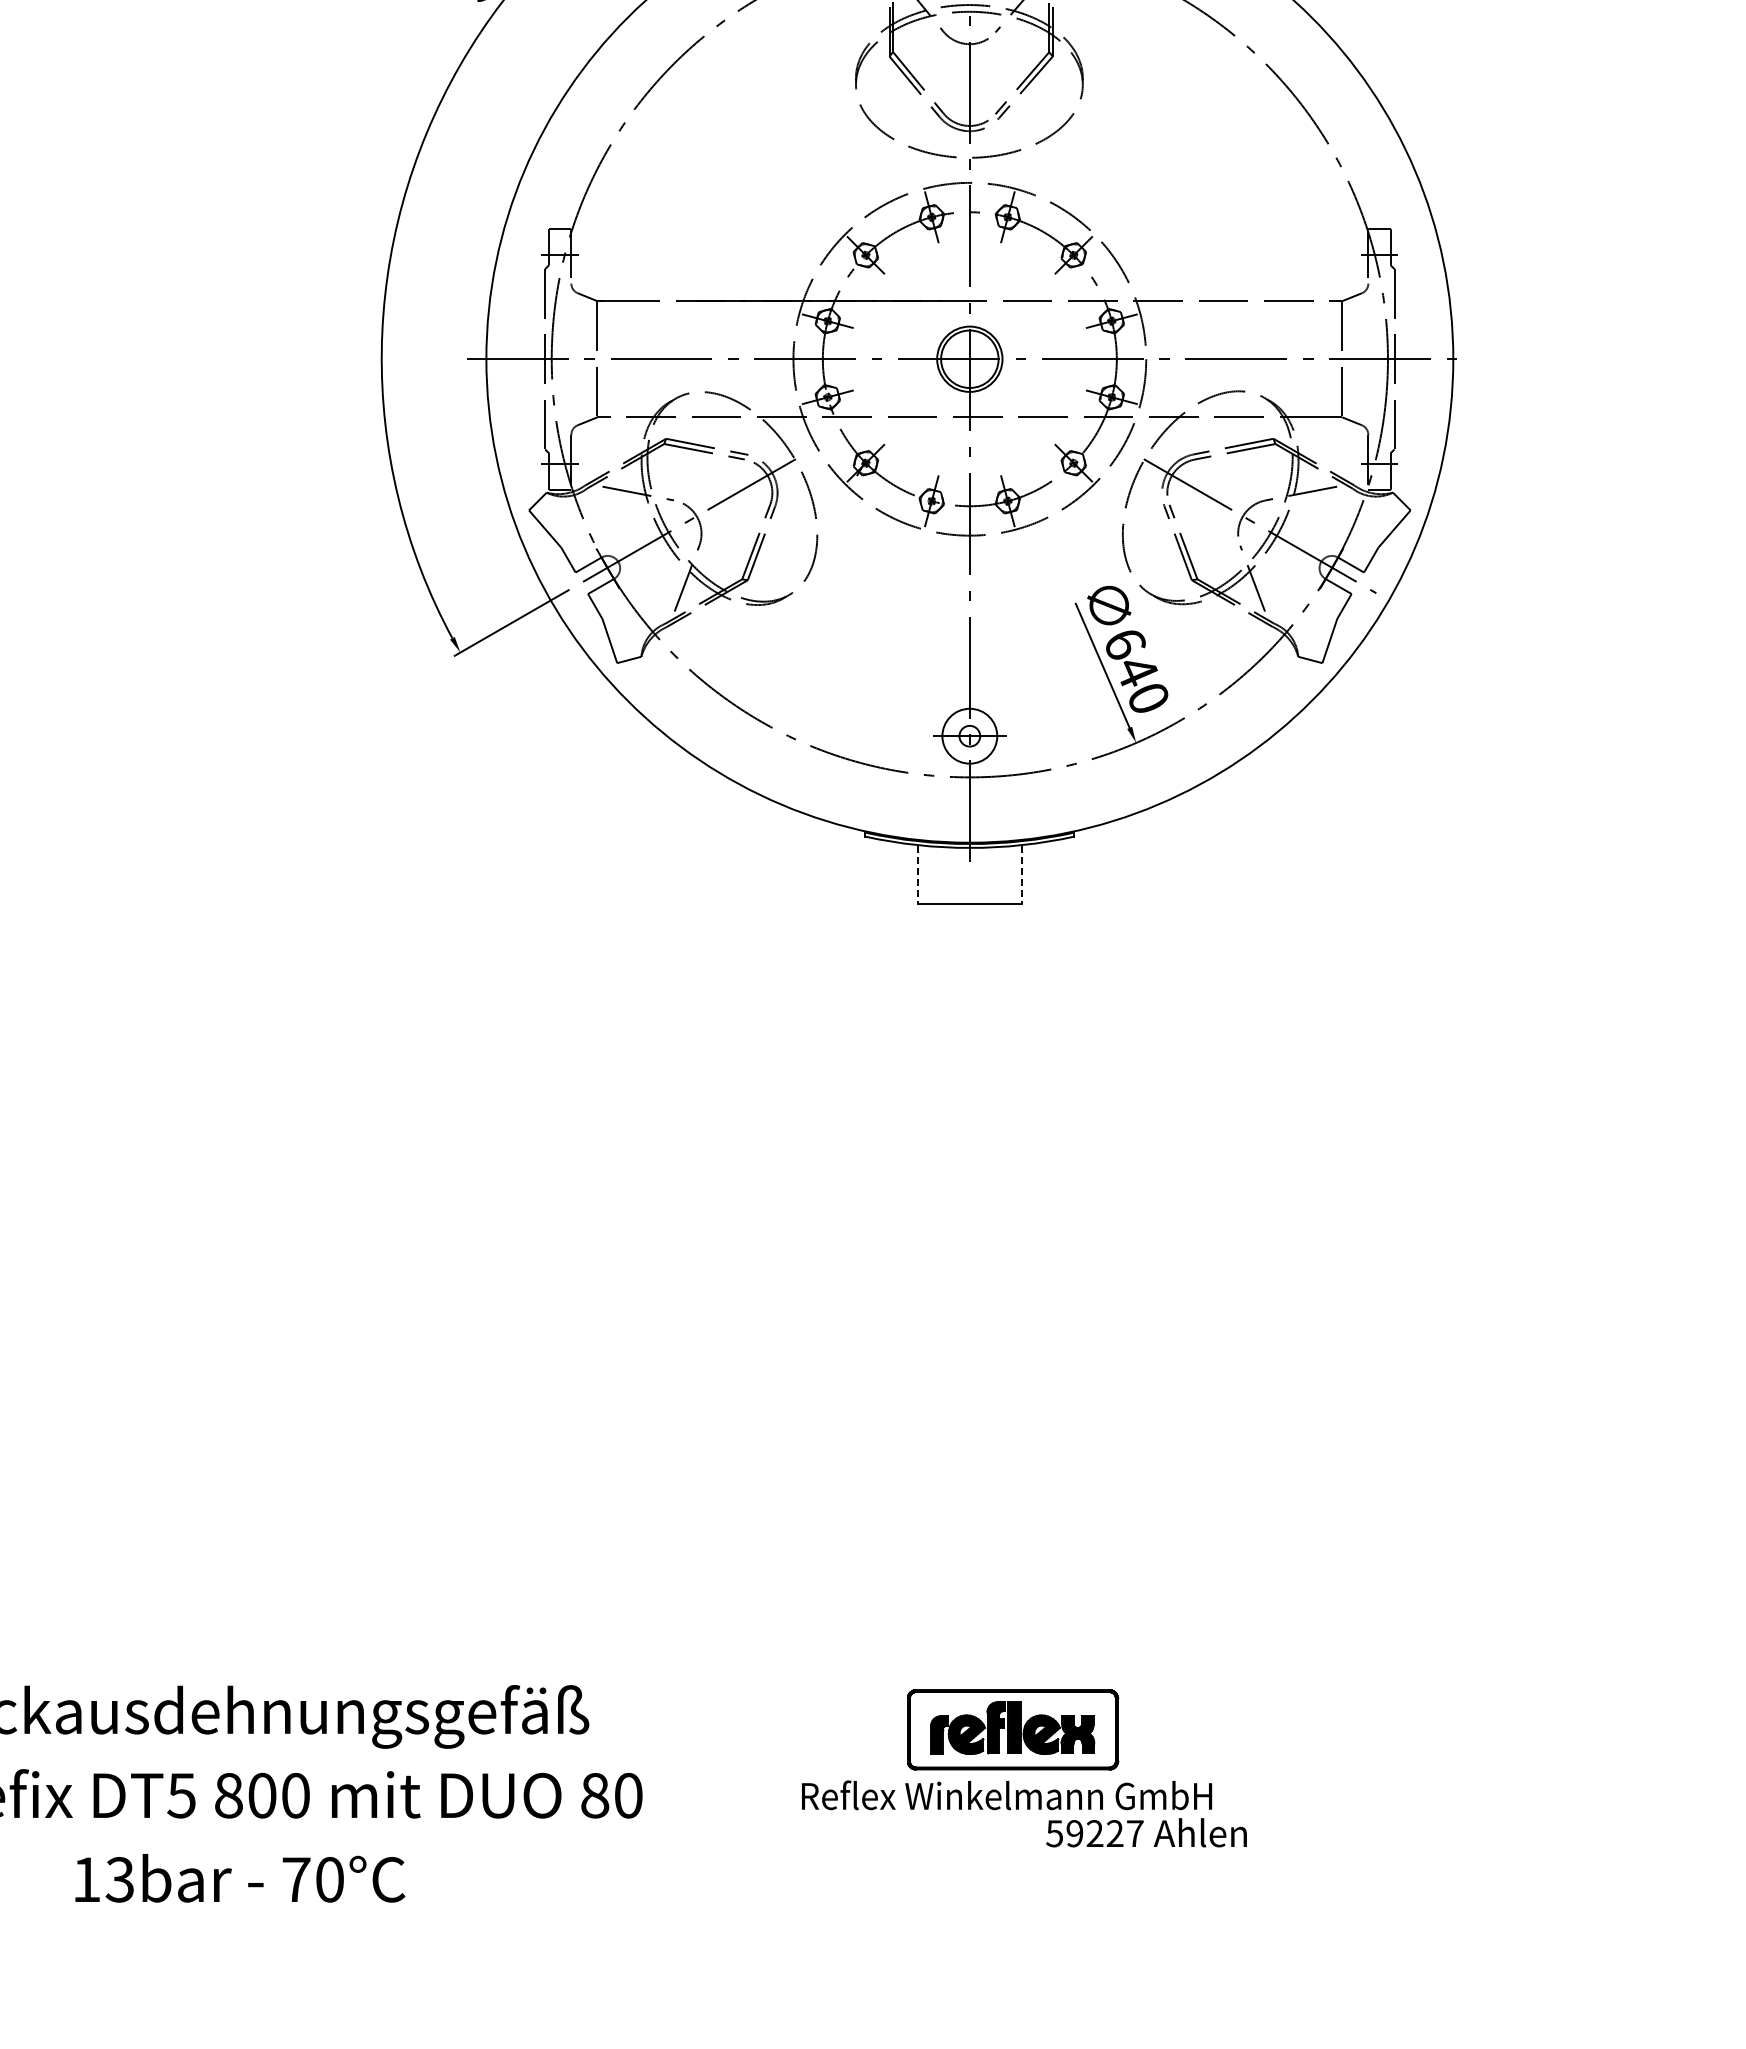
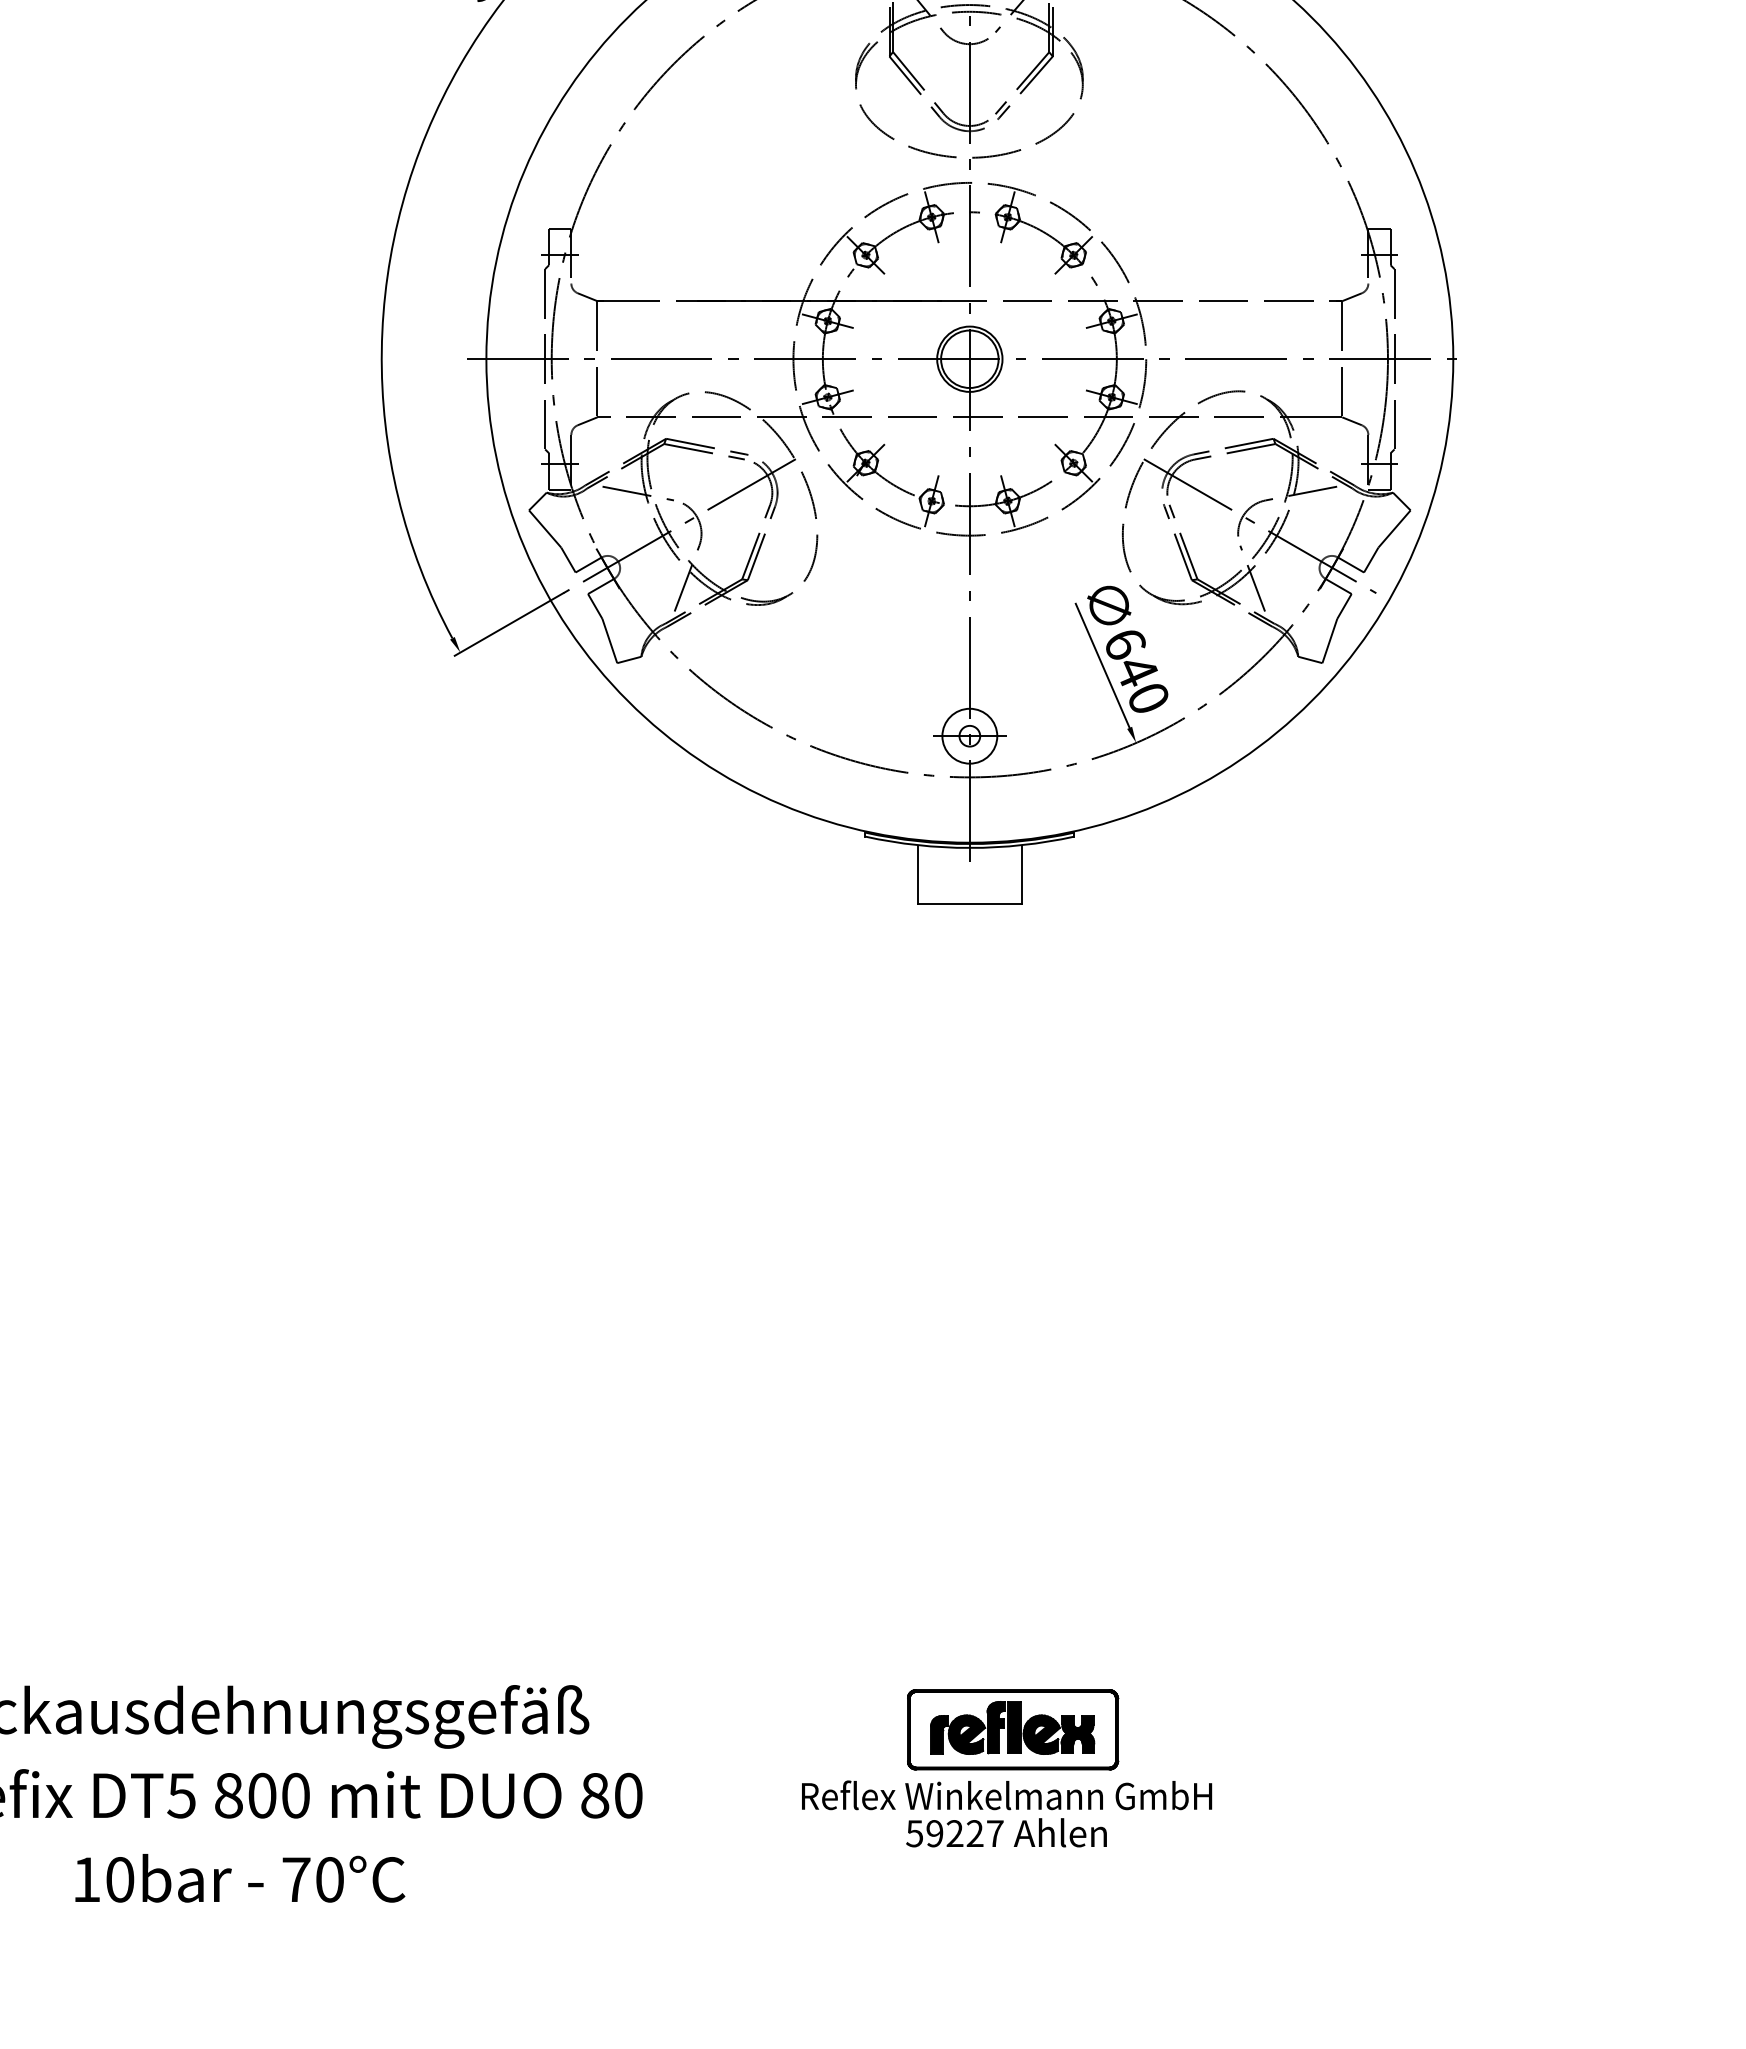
line at (917, 874): dashed -> solid
line at (1022, 874): dashed -> solid
text at (1146, 1832) position: (1146, 1832) -> (1006, 1832)
text at (119, 1879): 13bar -> 10bar
